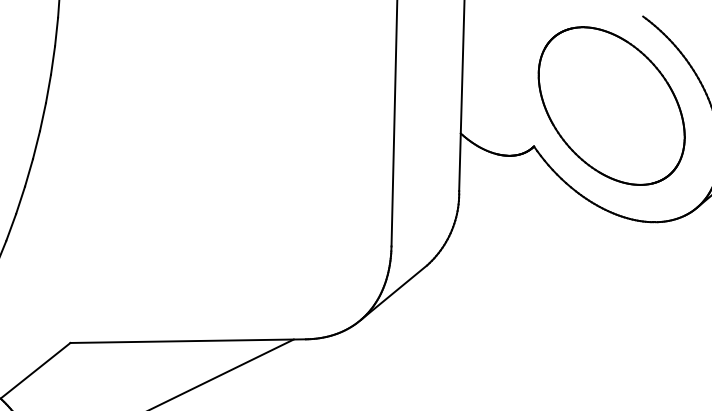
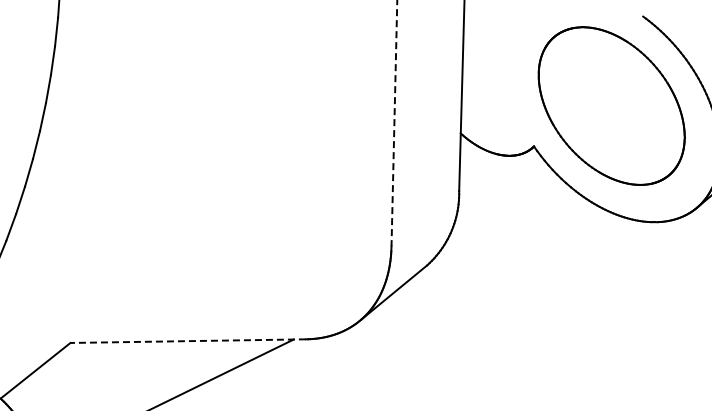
line at (394, 123): solid -> dashed
line at (188, 341): solid -> dashed
